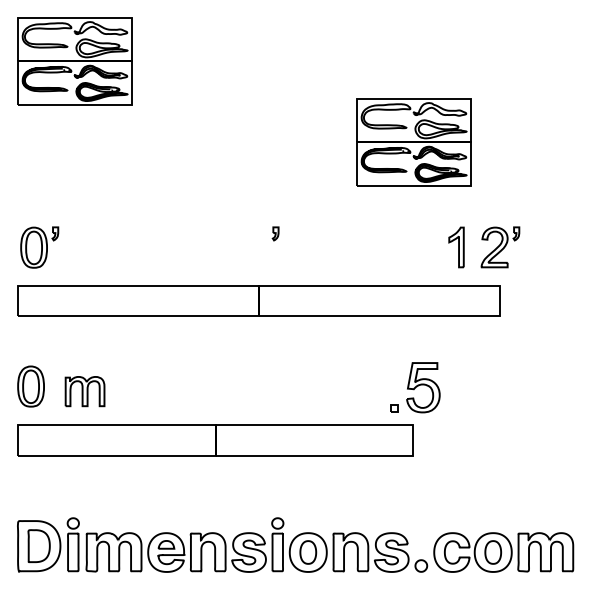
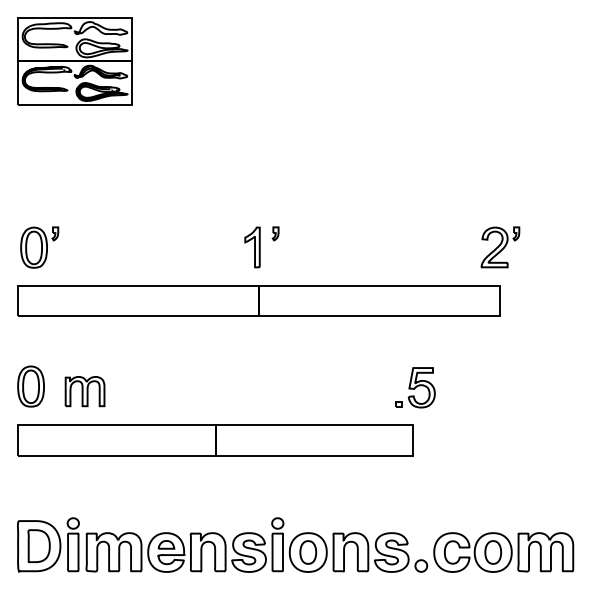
part at (413, 142): present -> none
part at (456, 247) position: (456, 247) -> (252, 247)
part at (415, 387) size: 51x52 px -> 41x42 px
